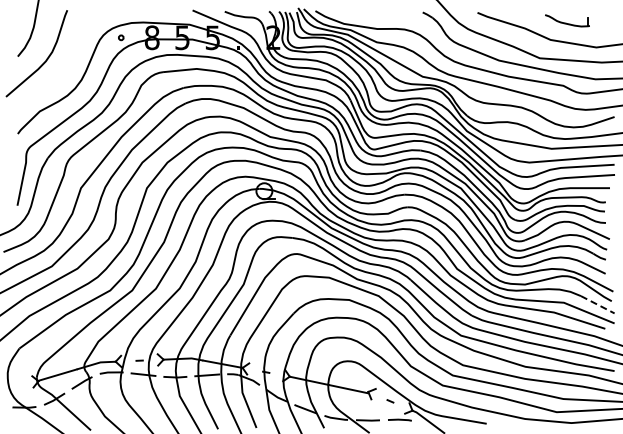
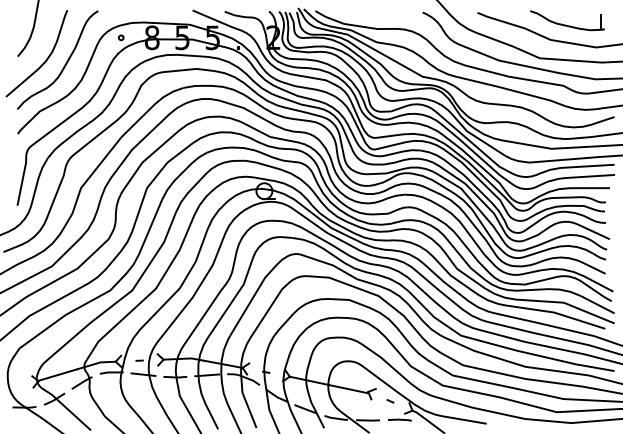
part at (567, 20) size: 45x14 px -> 75x22 px
curve at (64, 64): none -> present
line at (597, 304): dashed -> solid
